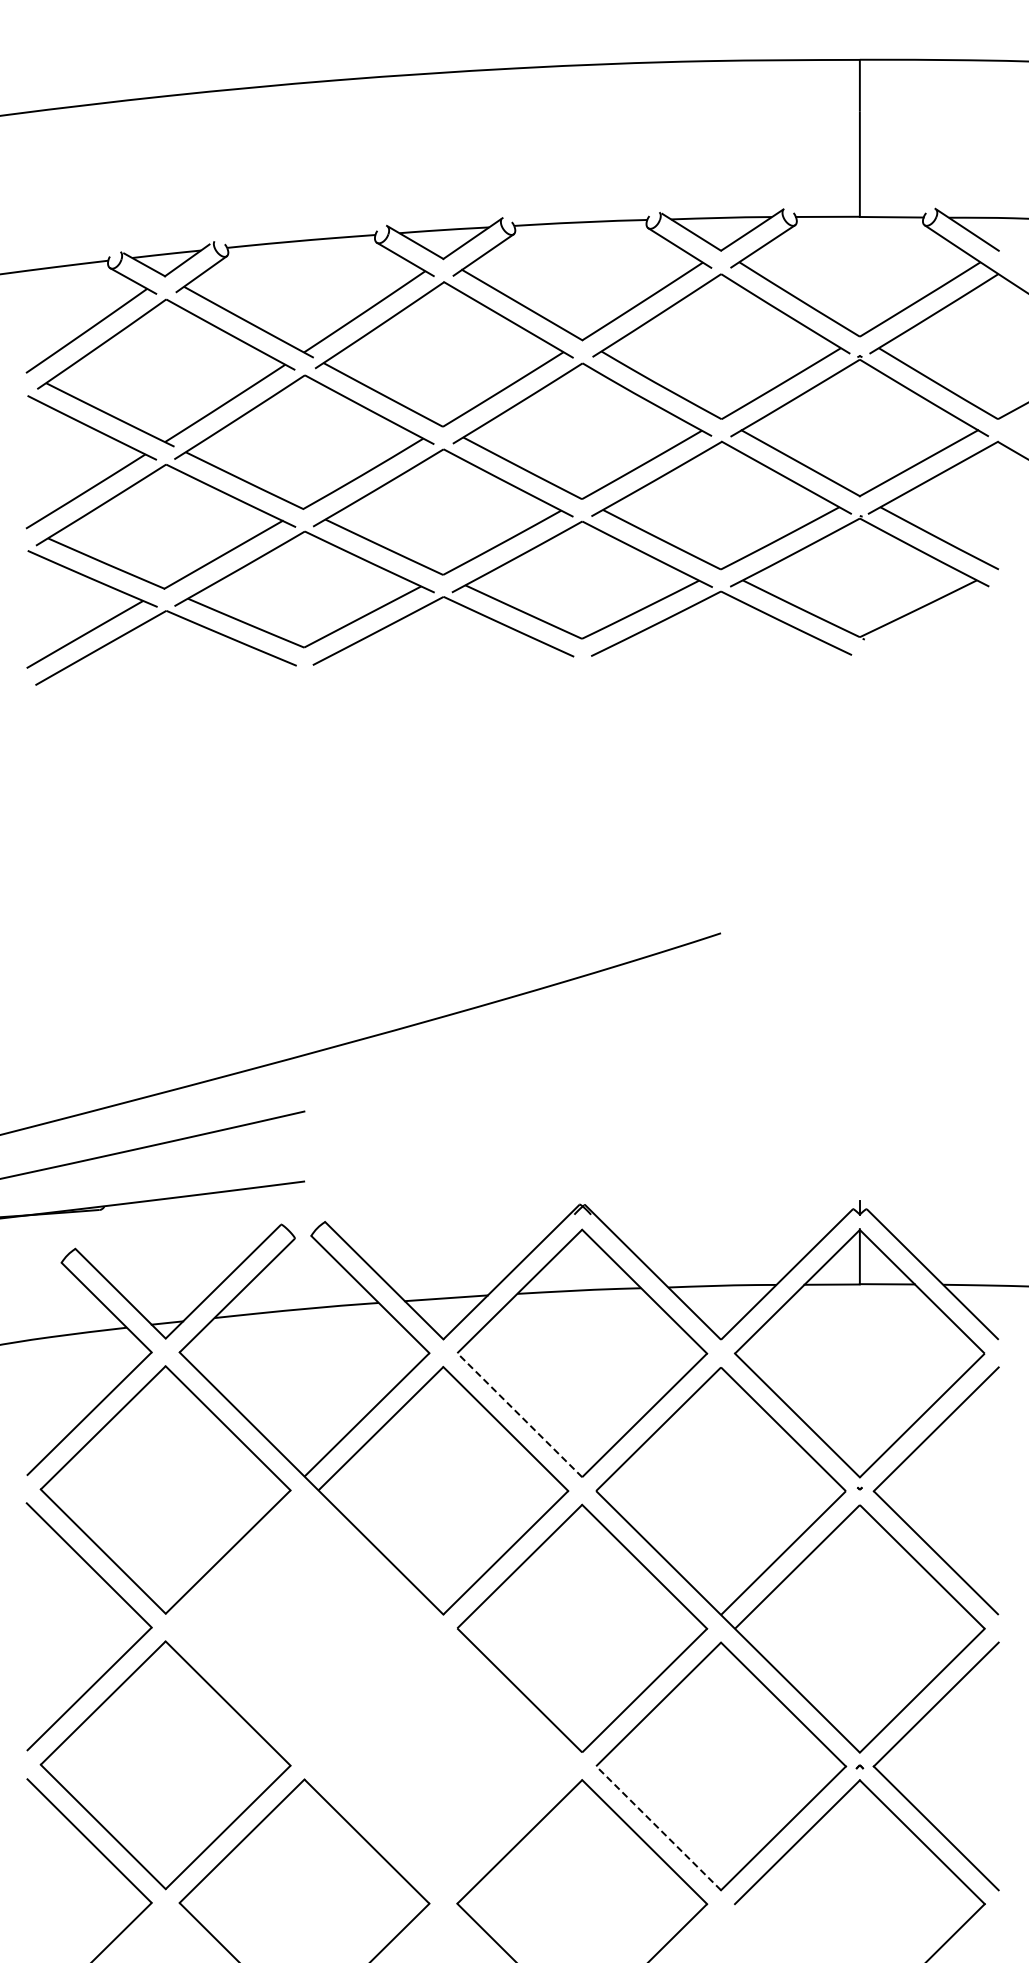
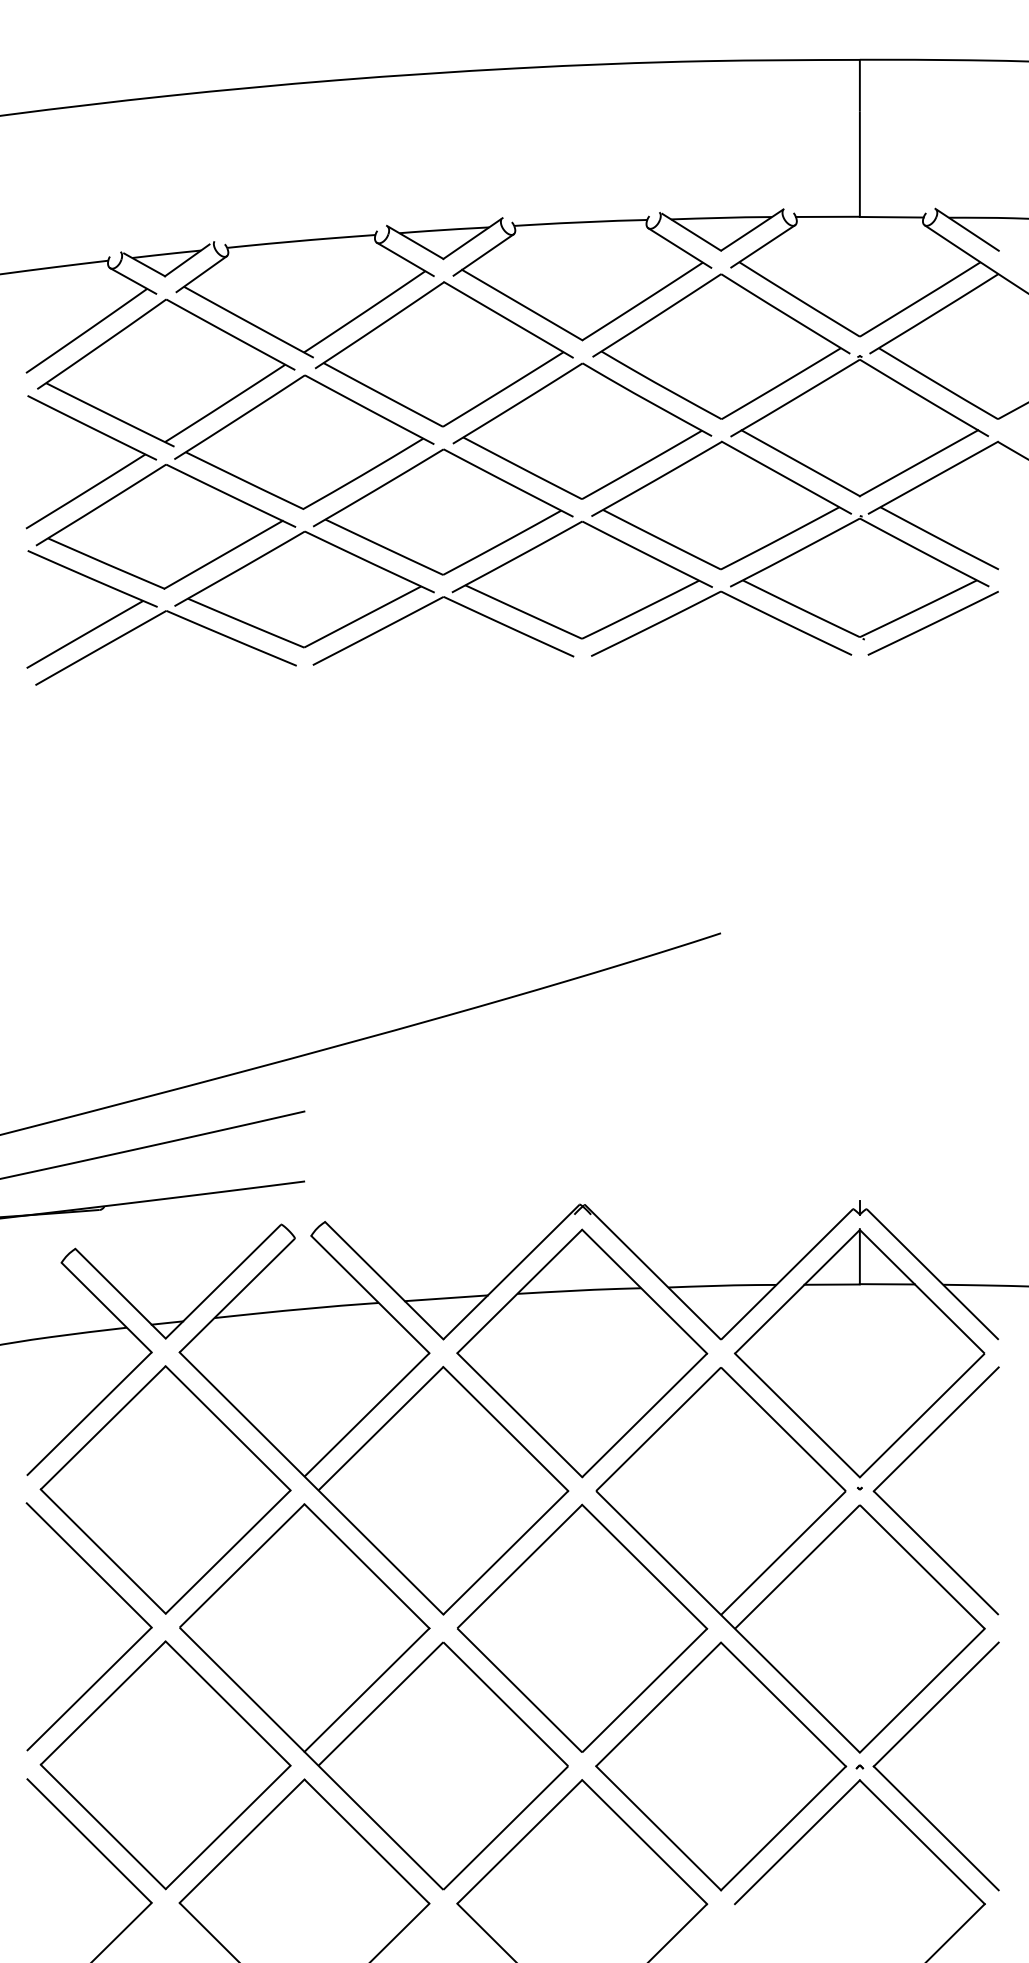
line at (933, 622): none -> present
line at (519, 1415): dashed -> solid
part at (369, 1689): none -> present
line at (658, 1828): dashed -> solid
